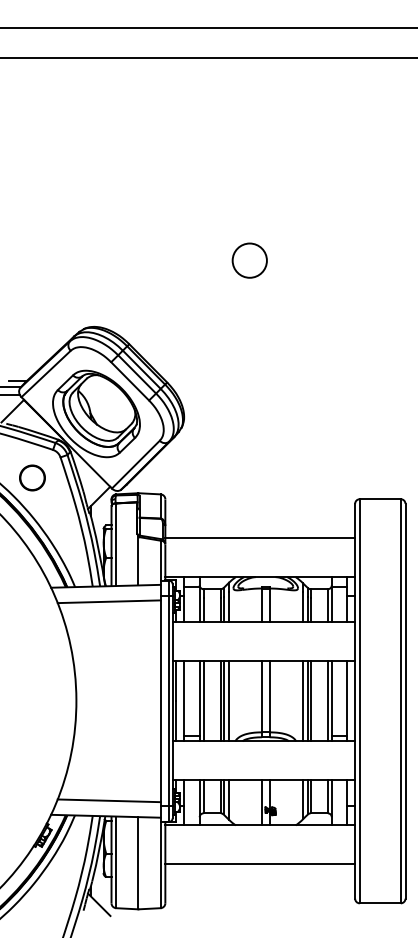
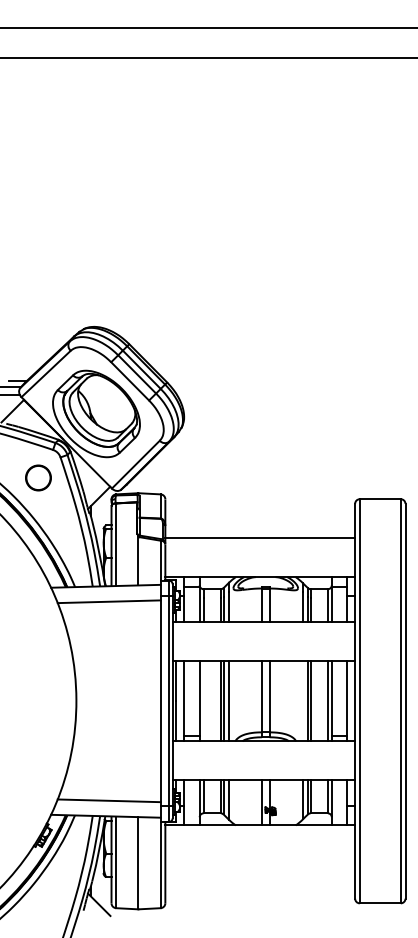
circle at (249, 260): present -> none
circle at (32, 477) position: (32, 477) -> (38, 477)
line at (203, 701): present -> none
line at (303, 701): present -> none
line at (260, 864): present -> none
